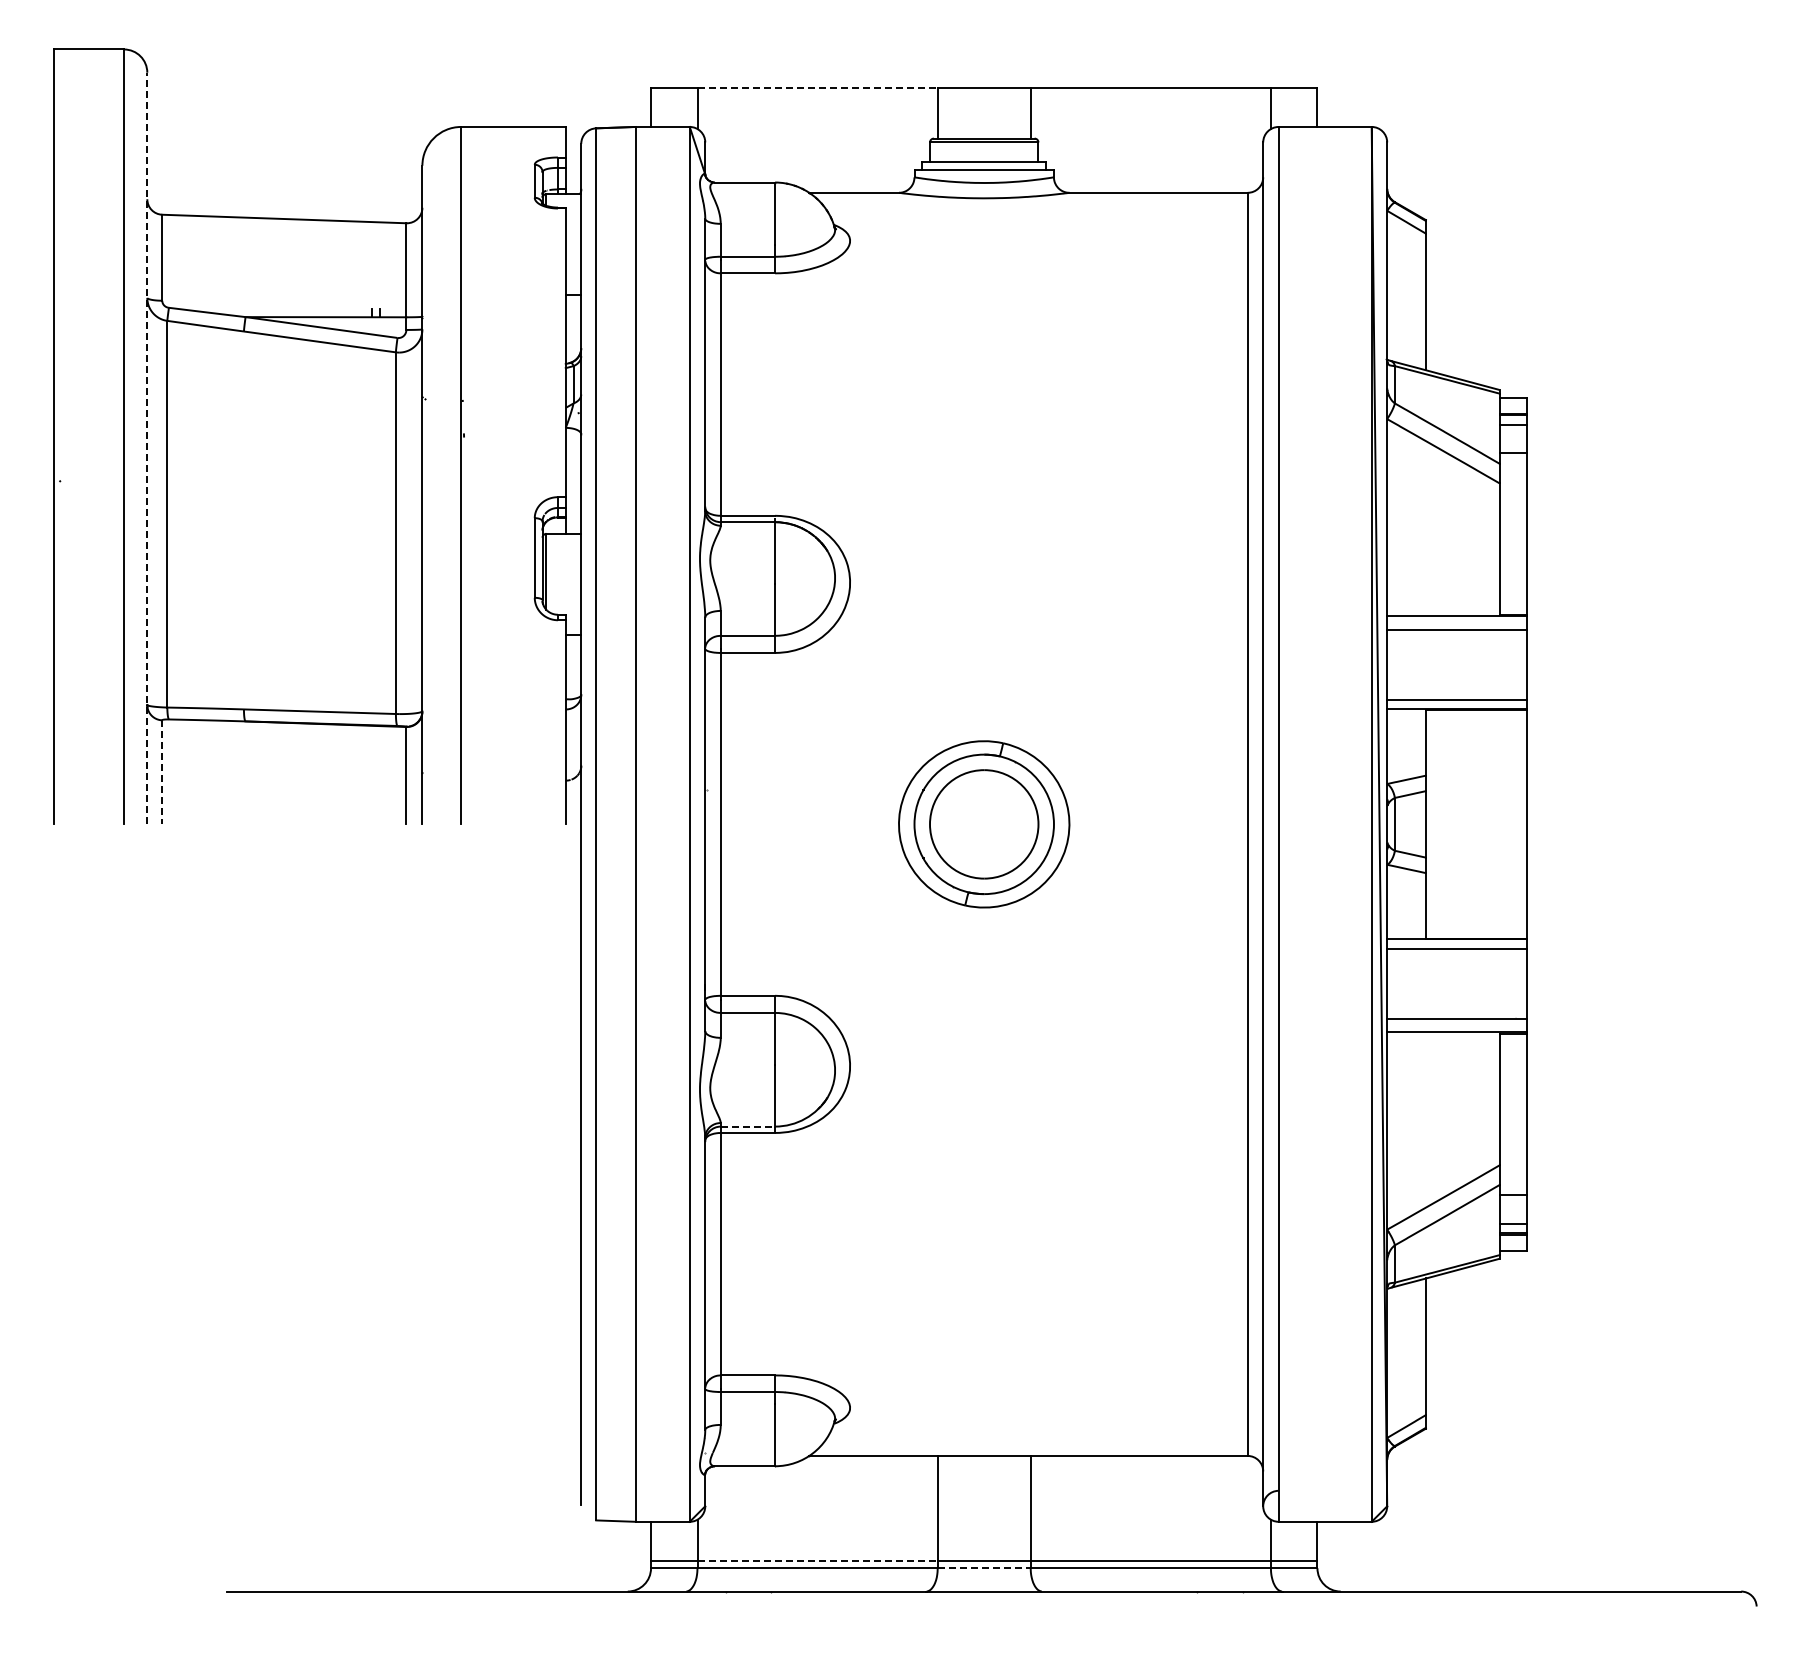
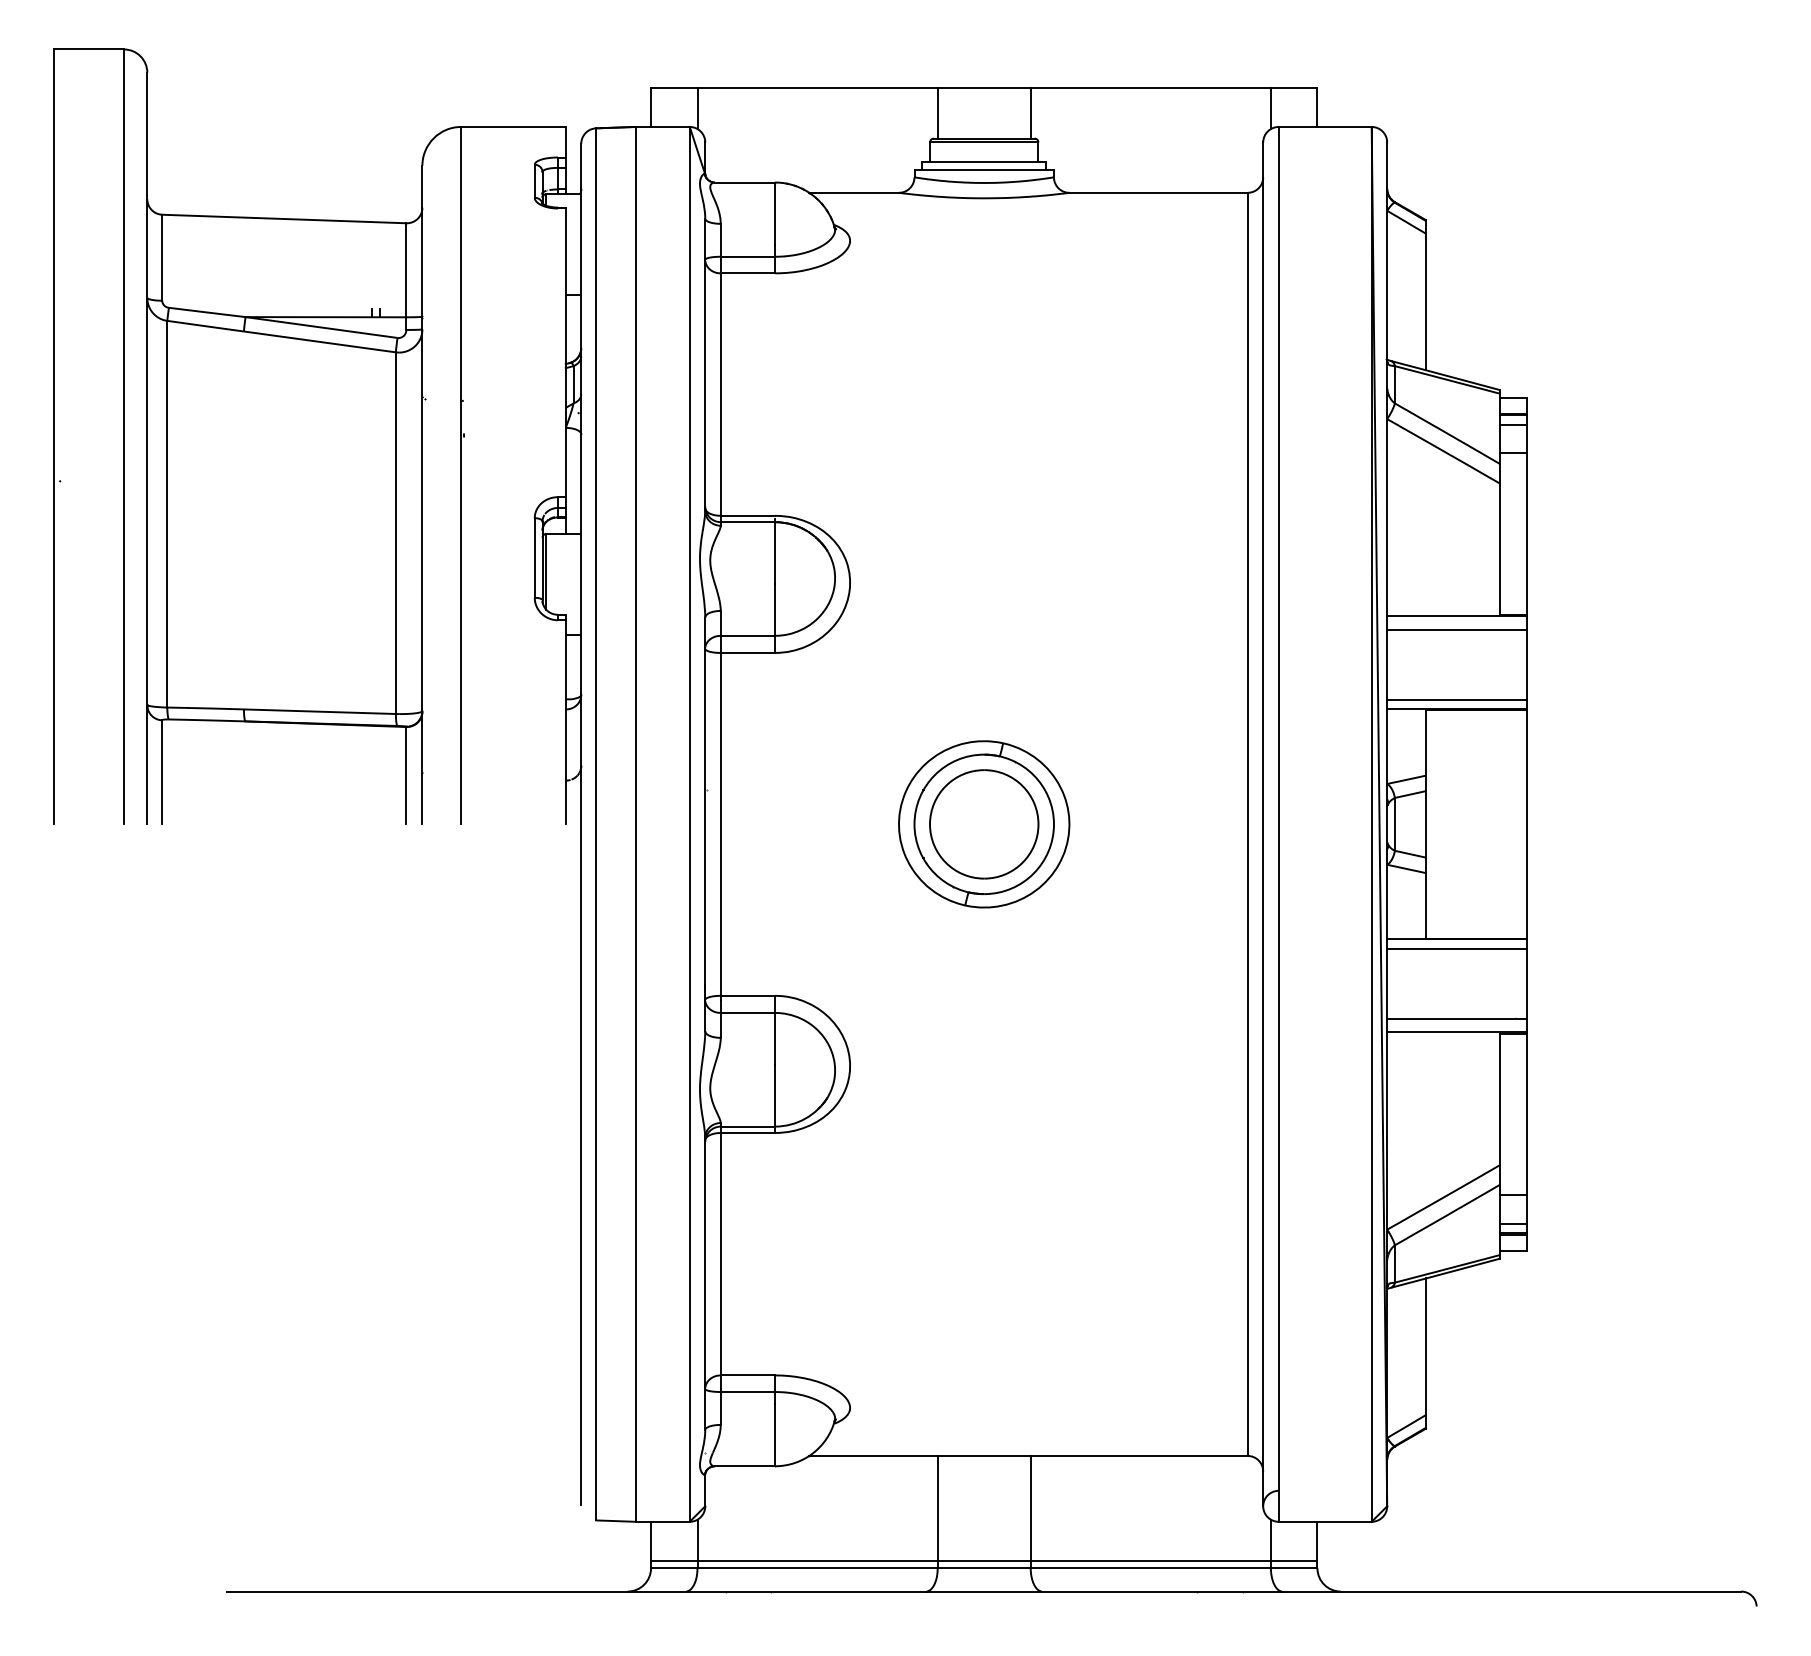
line at (818, 88): dashed -> solid
line at (147, 448): dashed -> solid
line at (162, 772): dashed -> solid
line at (748, 1126): dashed -> solid
line at (818, 1560): dashed -> solid
line at (984, 1568): dashed -> solid
